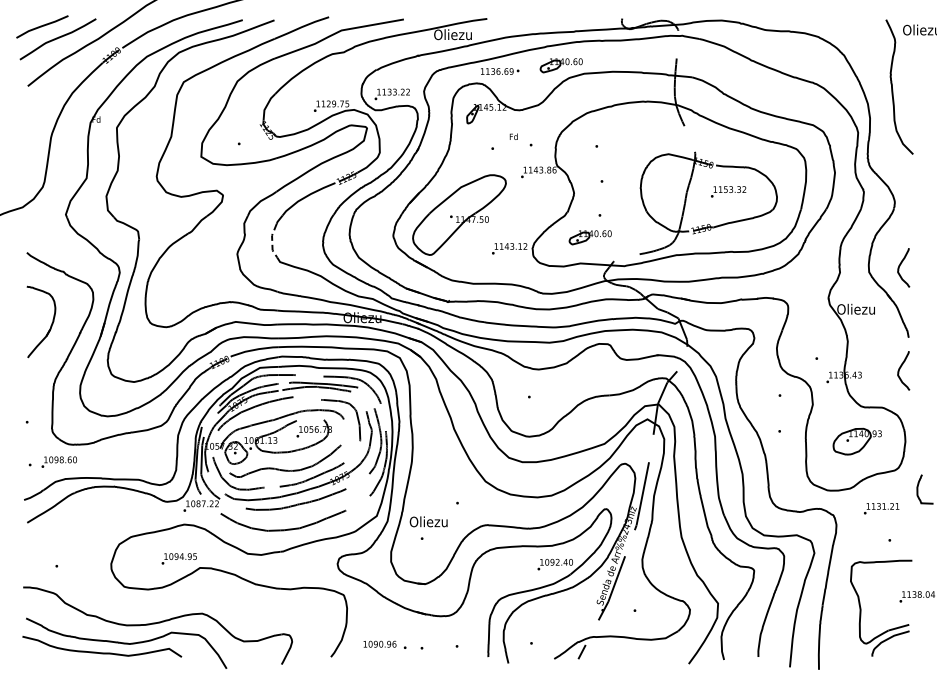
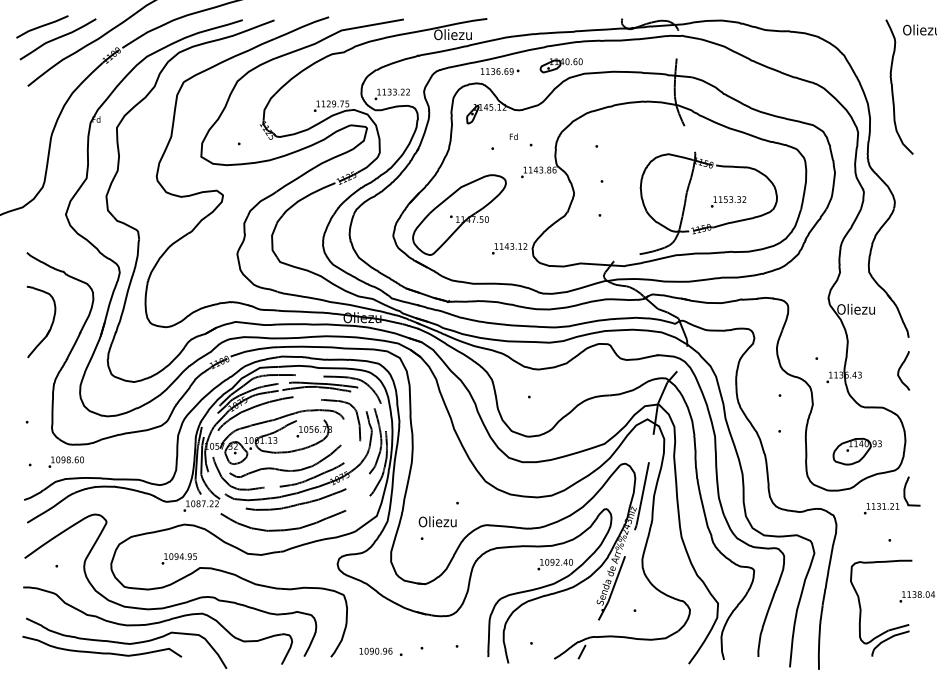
text at (728, 191) position: (728, 191) -> (728, 201)
part at (589, 237): present -> none
line at (272, 241): dashed -> solid
curve at (900, 266): present -> none
part at (856, 441) position: (856, 441) -> (856, 451)
text at (58, 461) position: (58, 461) -> (65, 461)
curve at (918, 489) position: (918, 489) -> (905, 491)
text at (428, 521) position: (428, 521) -> (437, 521)
part at (173, 604): none -> present
text at (384, 644) position: (384, 644) -> (380, 651)
